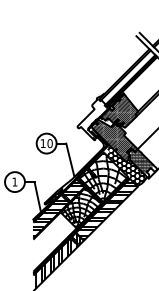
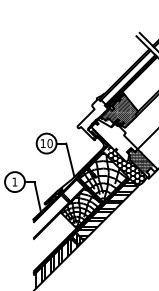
hatch at (114, 140): present -> none
hatch at (58, 209): present -> none
